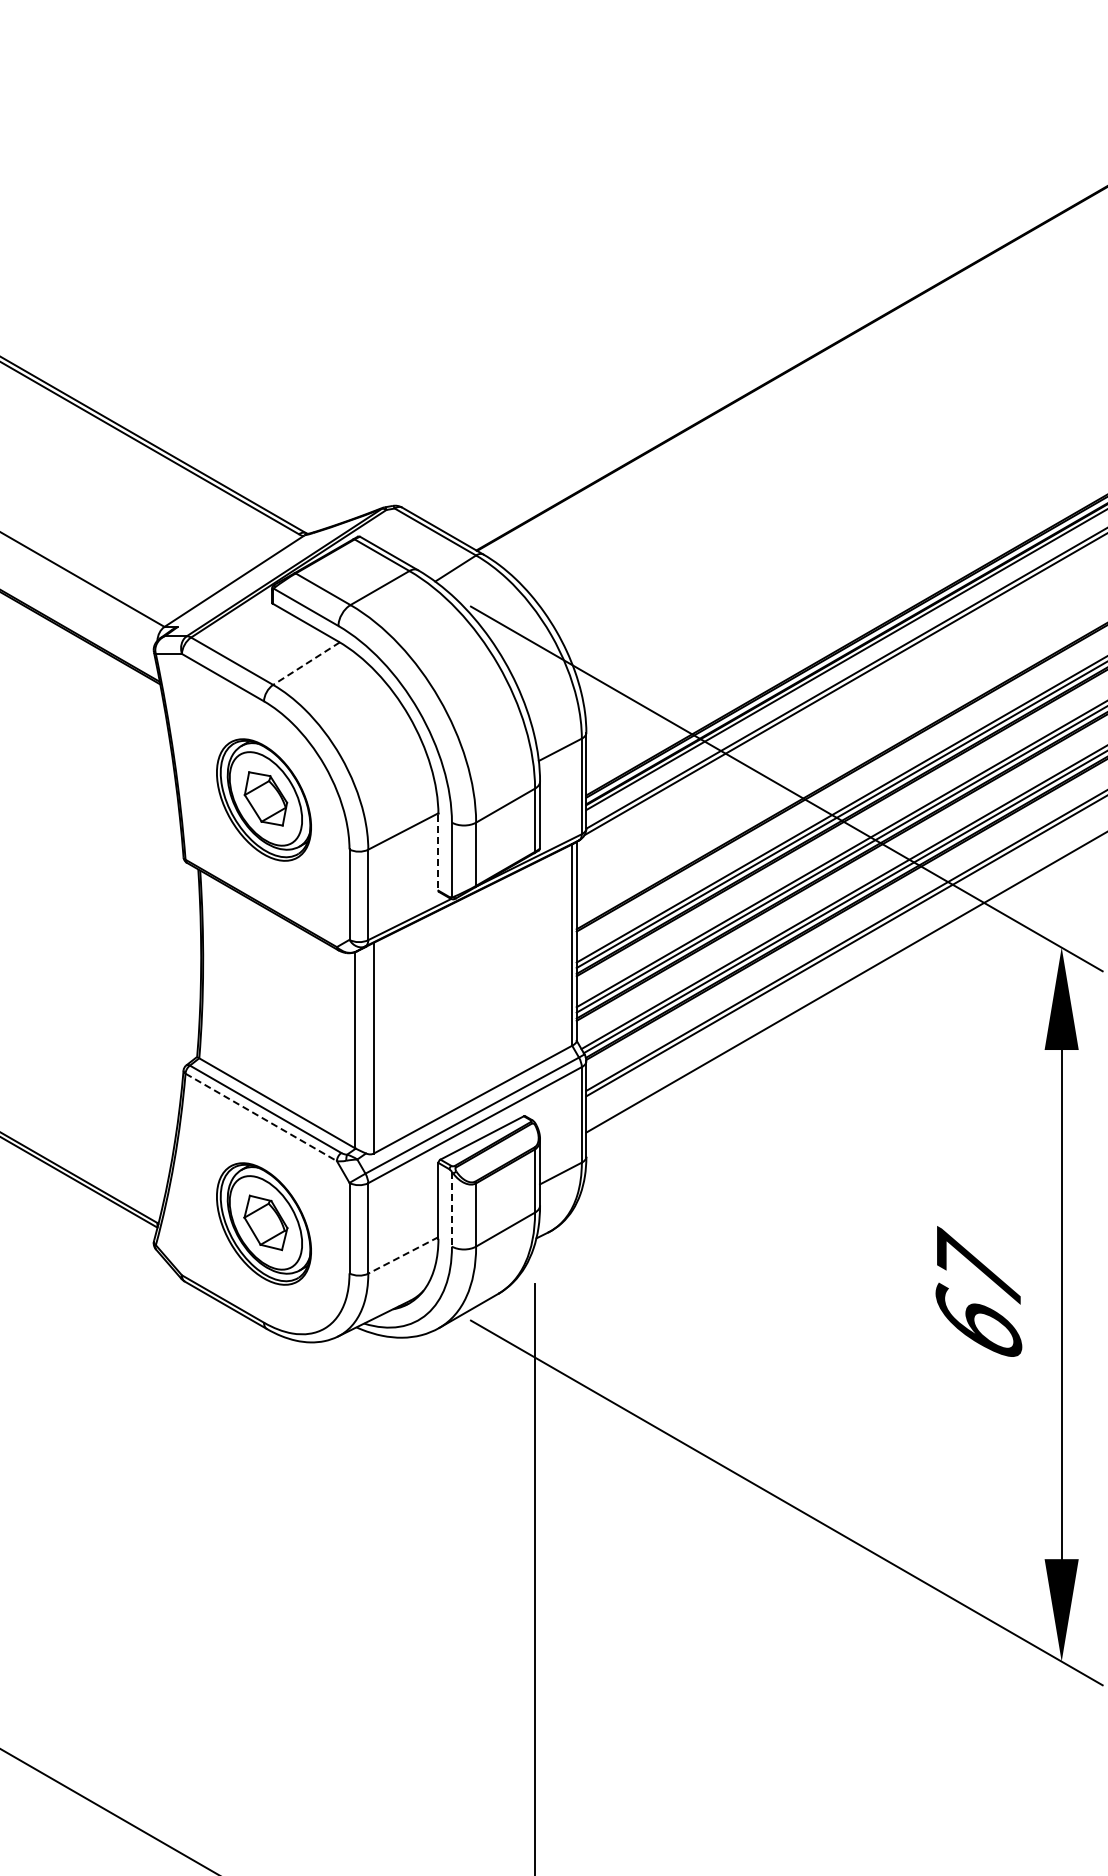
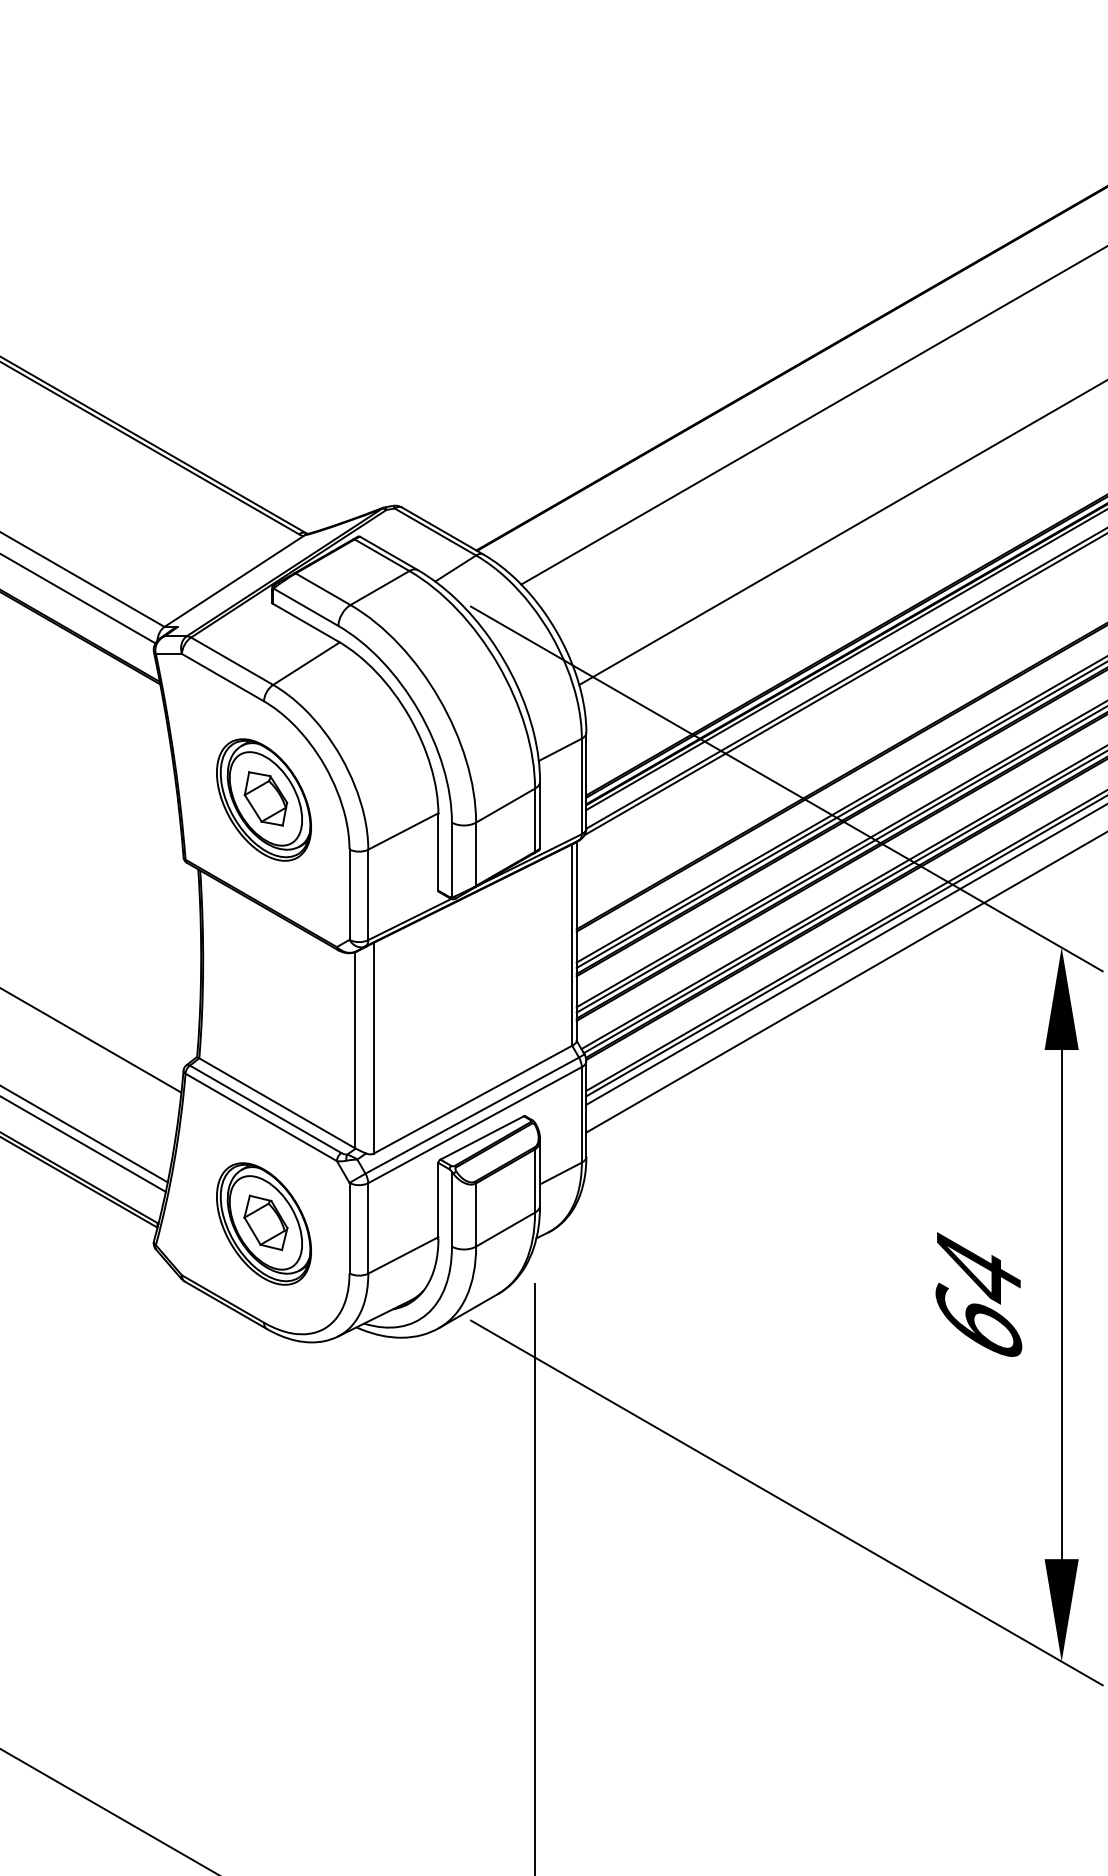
line at (812, 416): none -> present
line at (841, 532): none -> present
line at (78, 598): none -> present
line at (306, 663): dashed -> solid
line at (438, 852): dashed -> solid
line at (845, 954): none -> present
line at (91, 1040): none -> present
line at (261, 1117): dashed -> solid
line at (84, 1134): none -> present
line at (83, 1144): none -> present
line at (451, 1209): dashed -> solid
line at (403, 1255): dashed -> solid
text at (978, 1265): 67 -> 64
